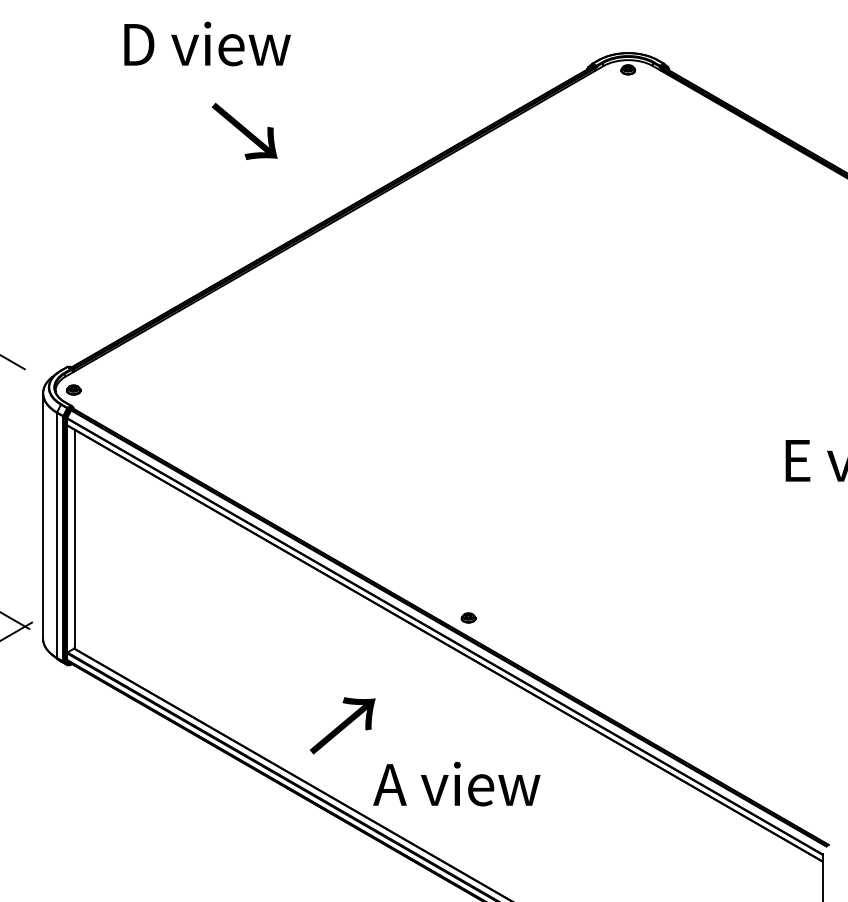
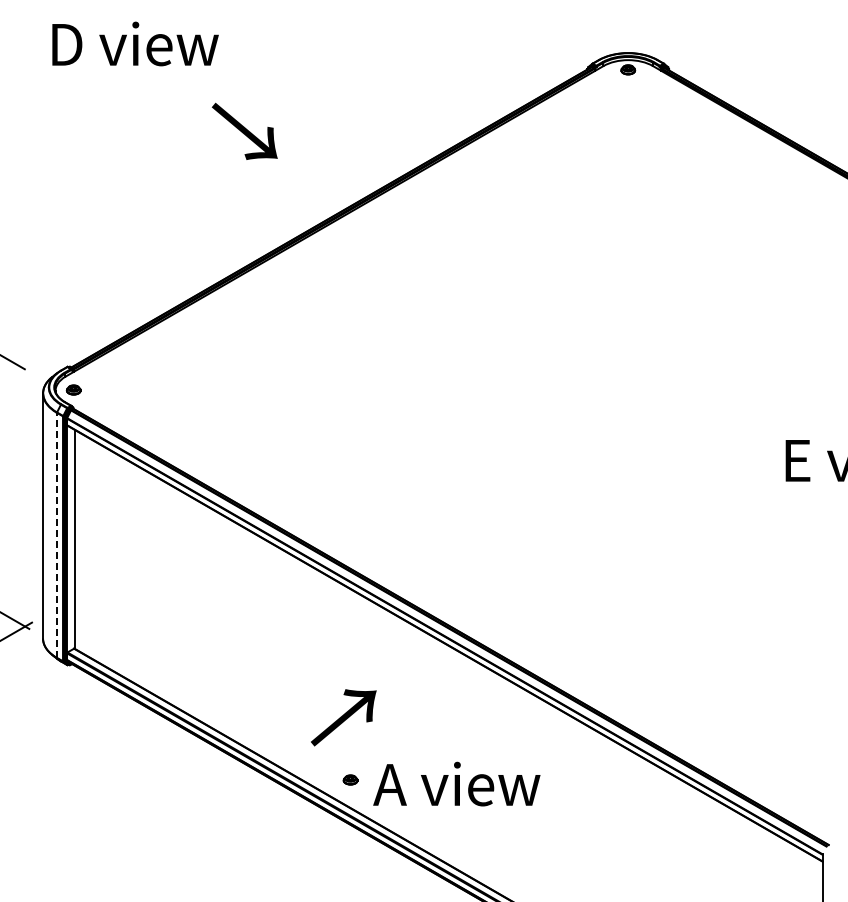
text at (207, 43) position: (207, 43) -> (135, 43)
line at (56, 535): solid -> dashed
part at (468, 617) position: (468, 617) -> (350, 779)
text at (342, 725) position: (342, 725) -> (343, 717)
